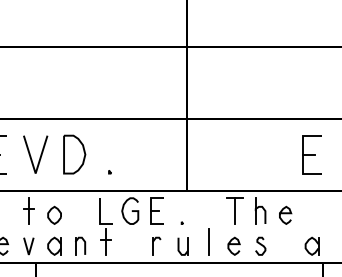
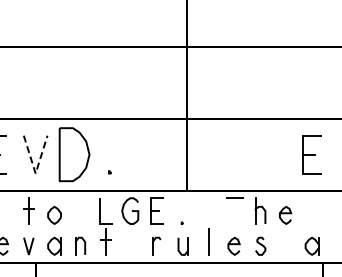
part at (74, 154) size: 24x41 px -> 33x56 px
line at (35, 173): solid -> dashed
line at (234, 211): present -> none
